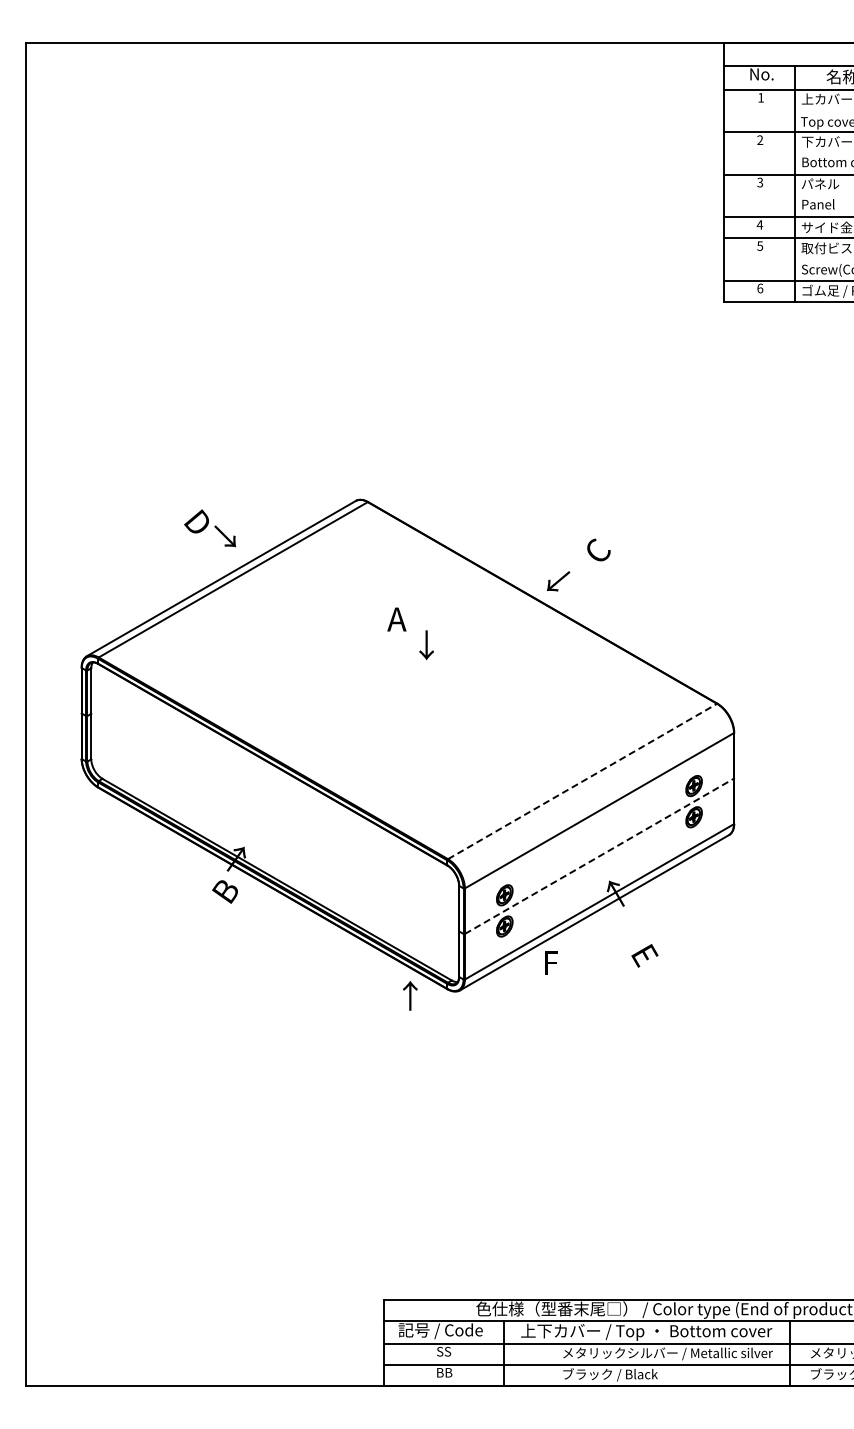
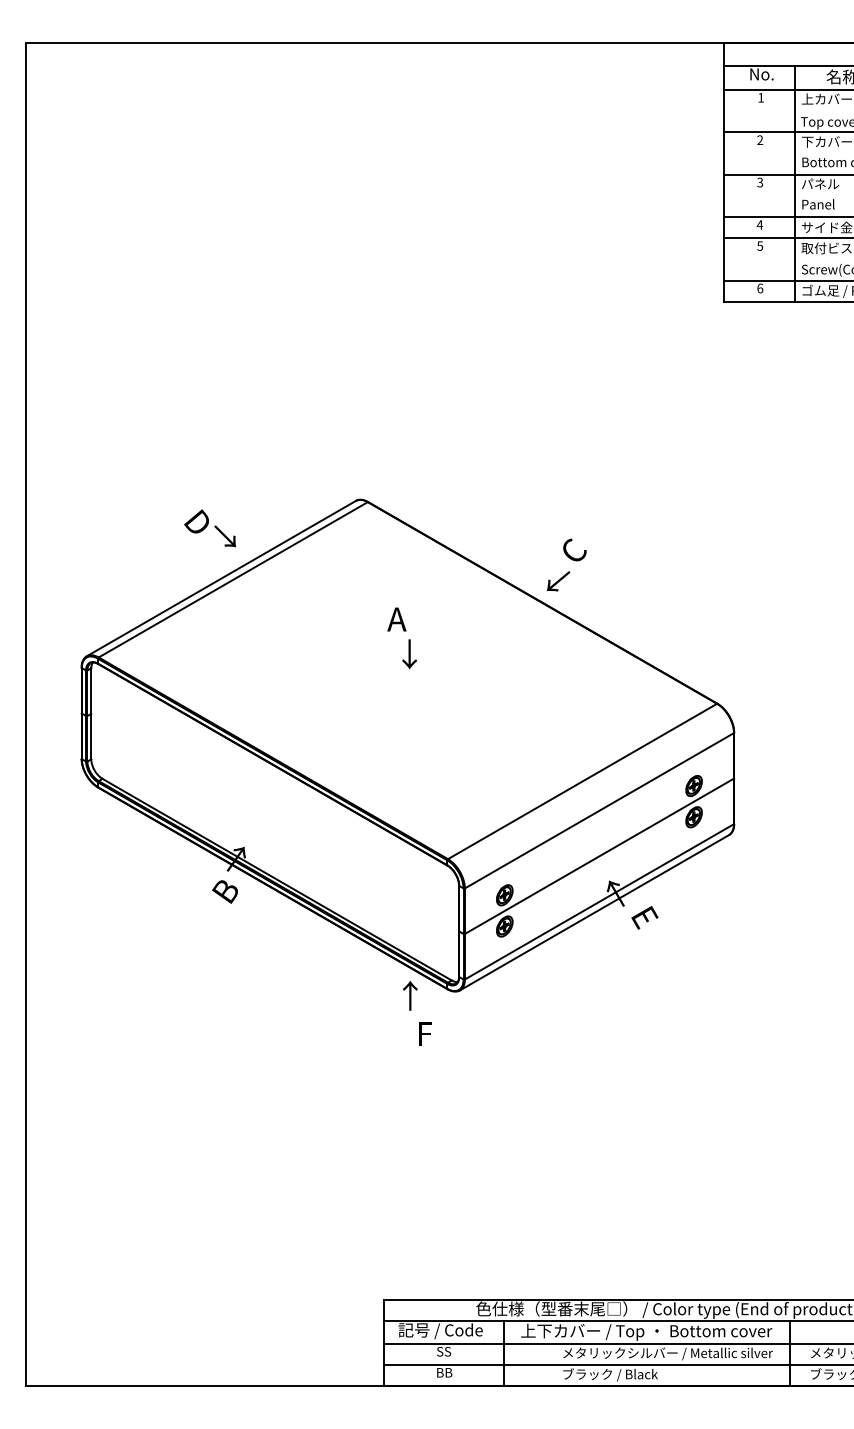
text at (598, 549) position: (598, 549) -> (574, 549)
text at (426, 645) position: (426, 645) -> (409, 654)
line at (582, 781): dashed -> solid
line at (599, 856): dashed -> solid
text at (644, 955) position: (644, 955) -> (644, 917)
text at (551, 962) position: (551, 962) -> (425, 1033)
